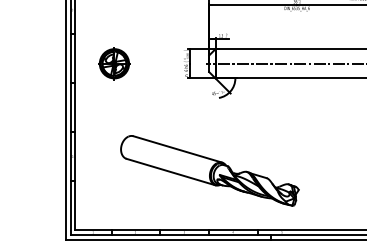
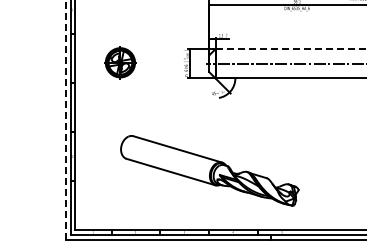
line at (291, 49): solid -> dashed
part at (114, 63) position: (114, 63) -> (120, 62)
line at (65, 119): solid -> dashed
